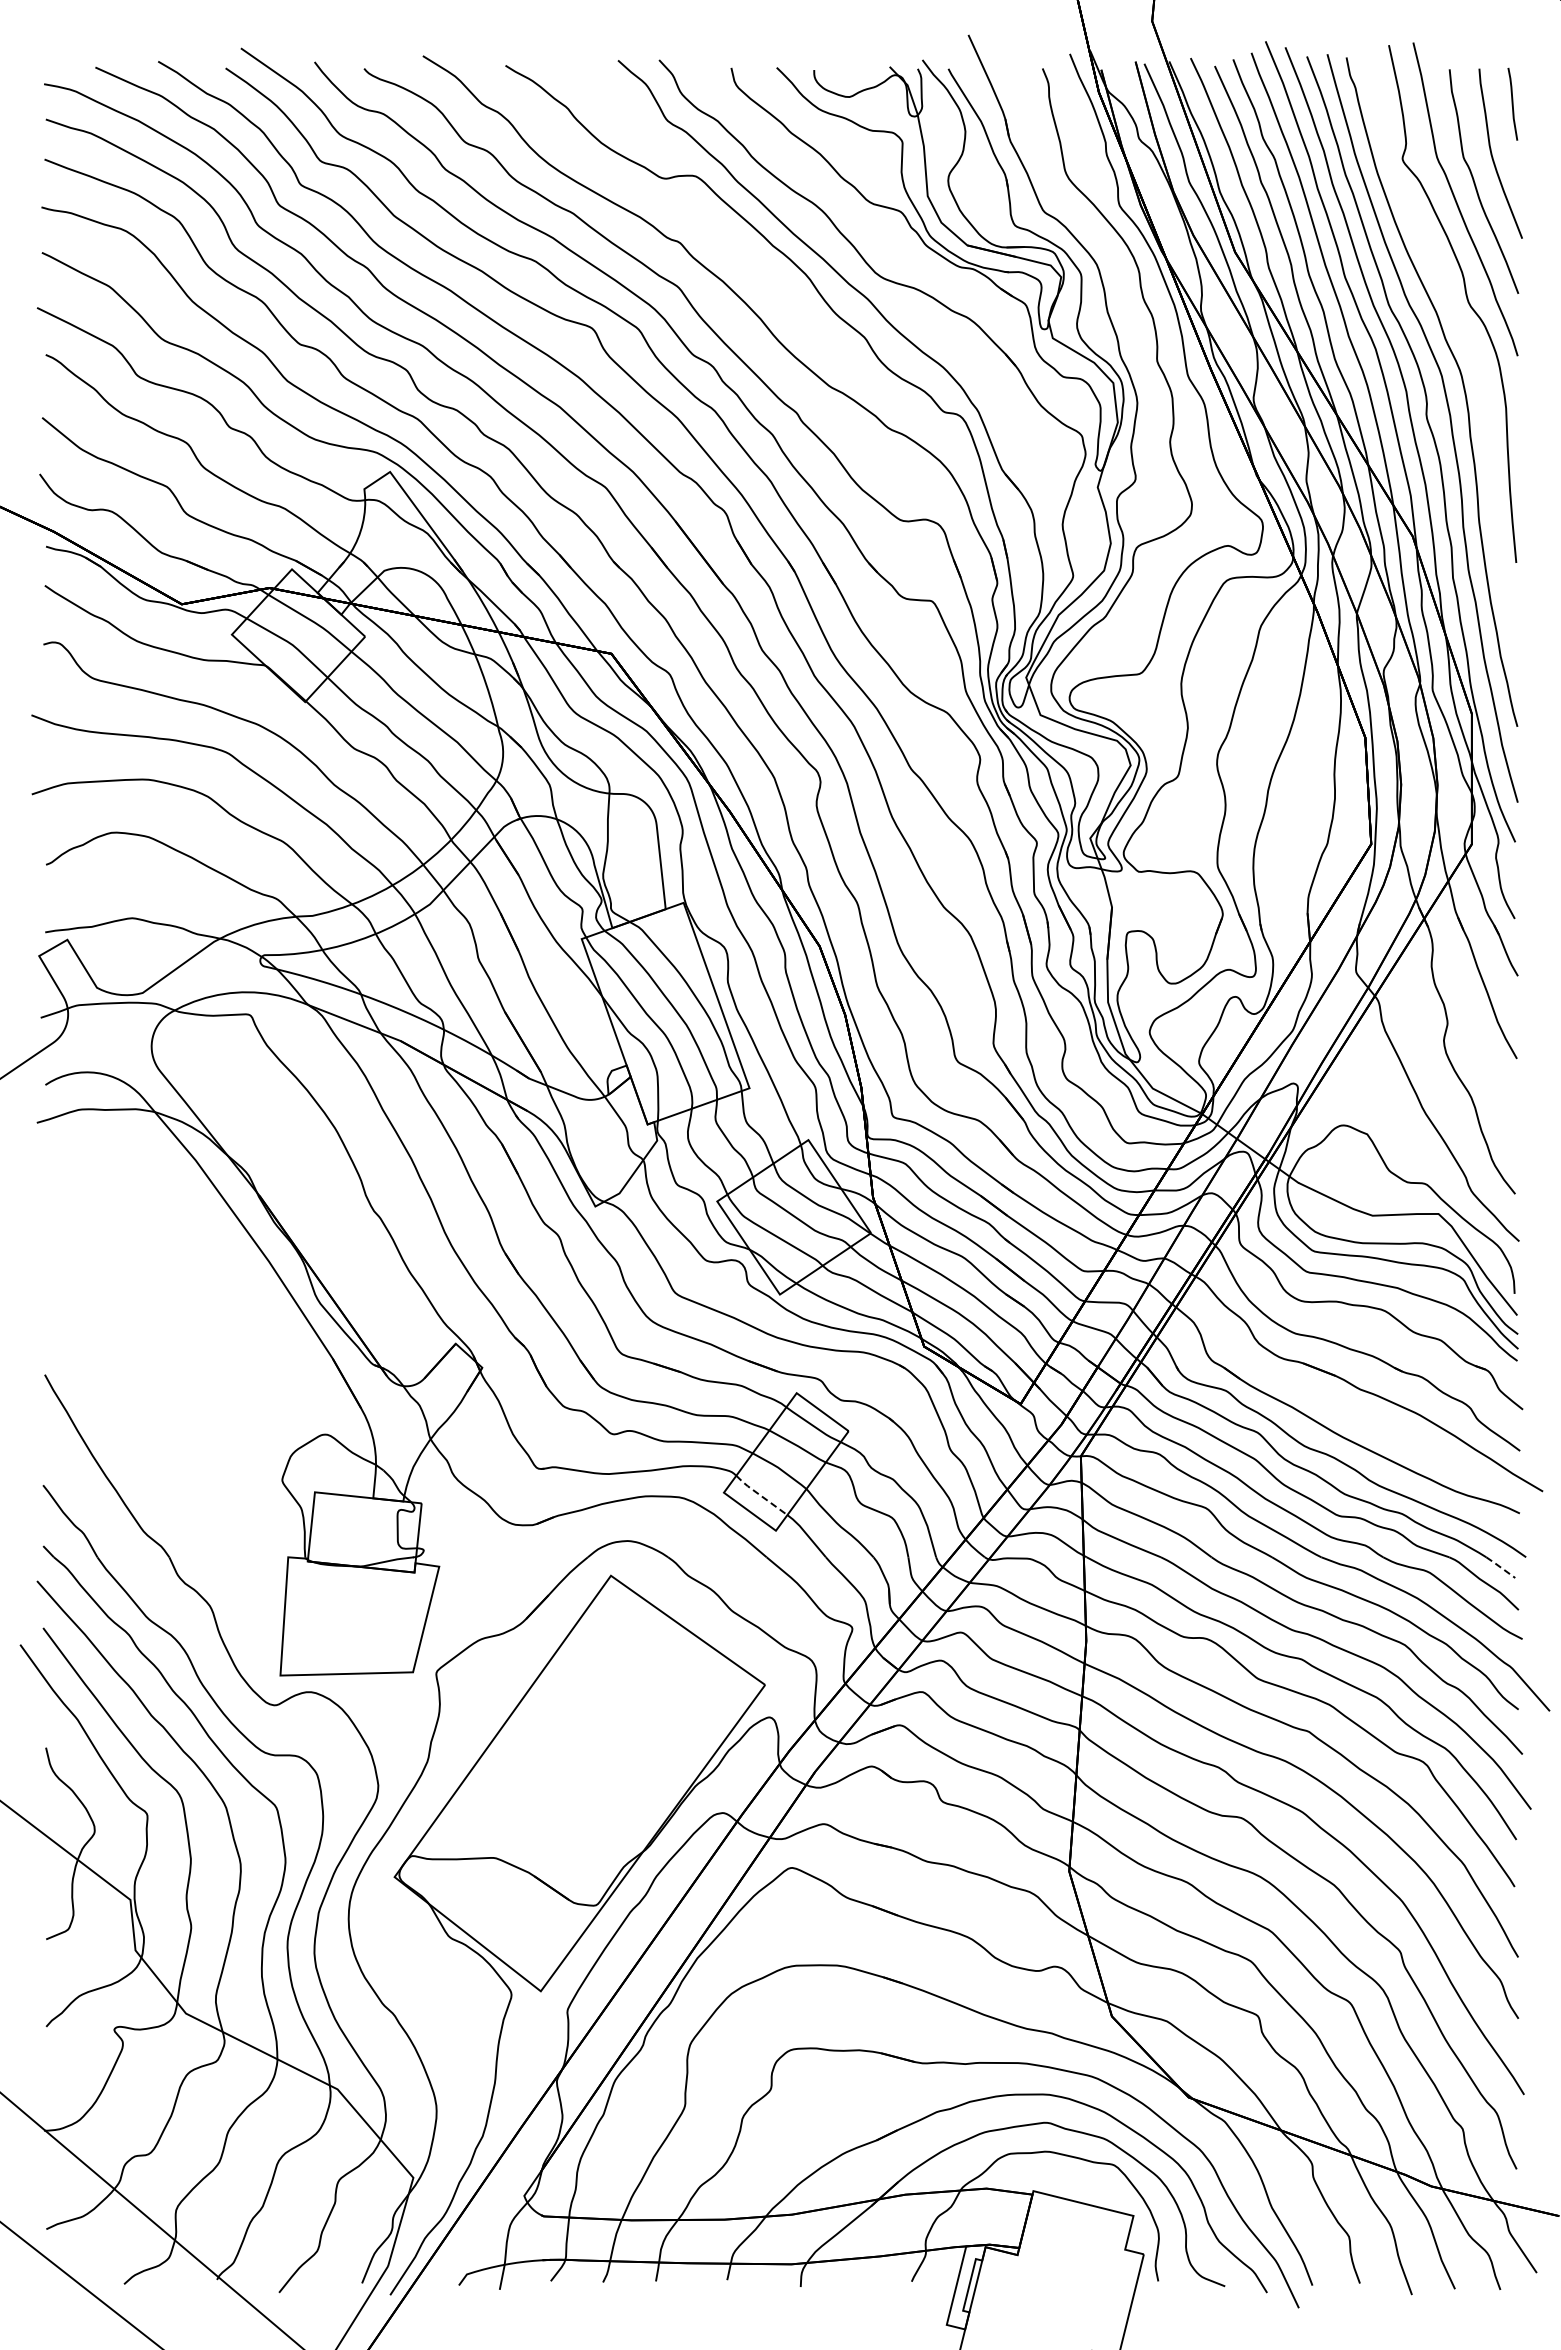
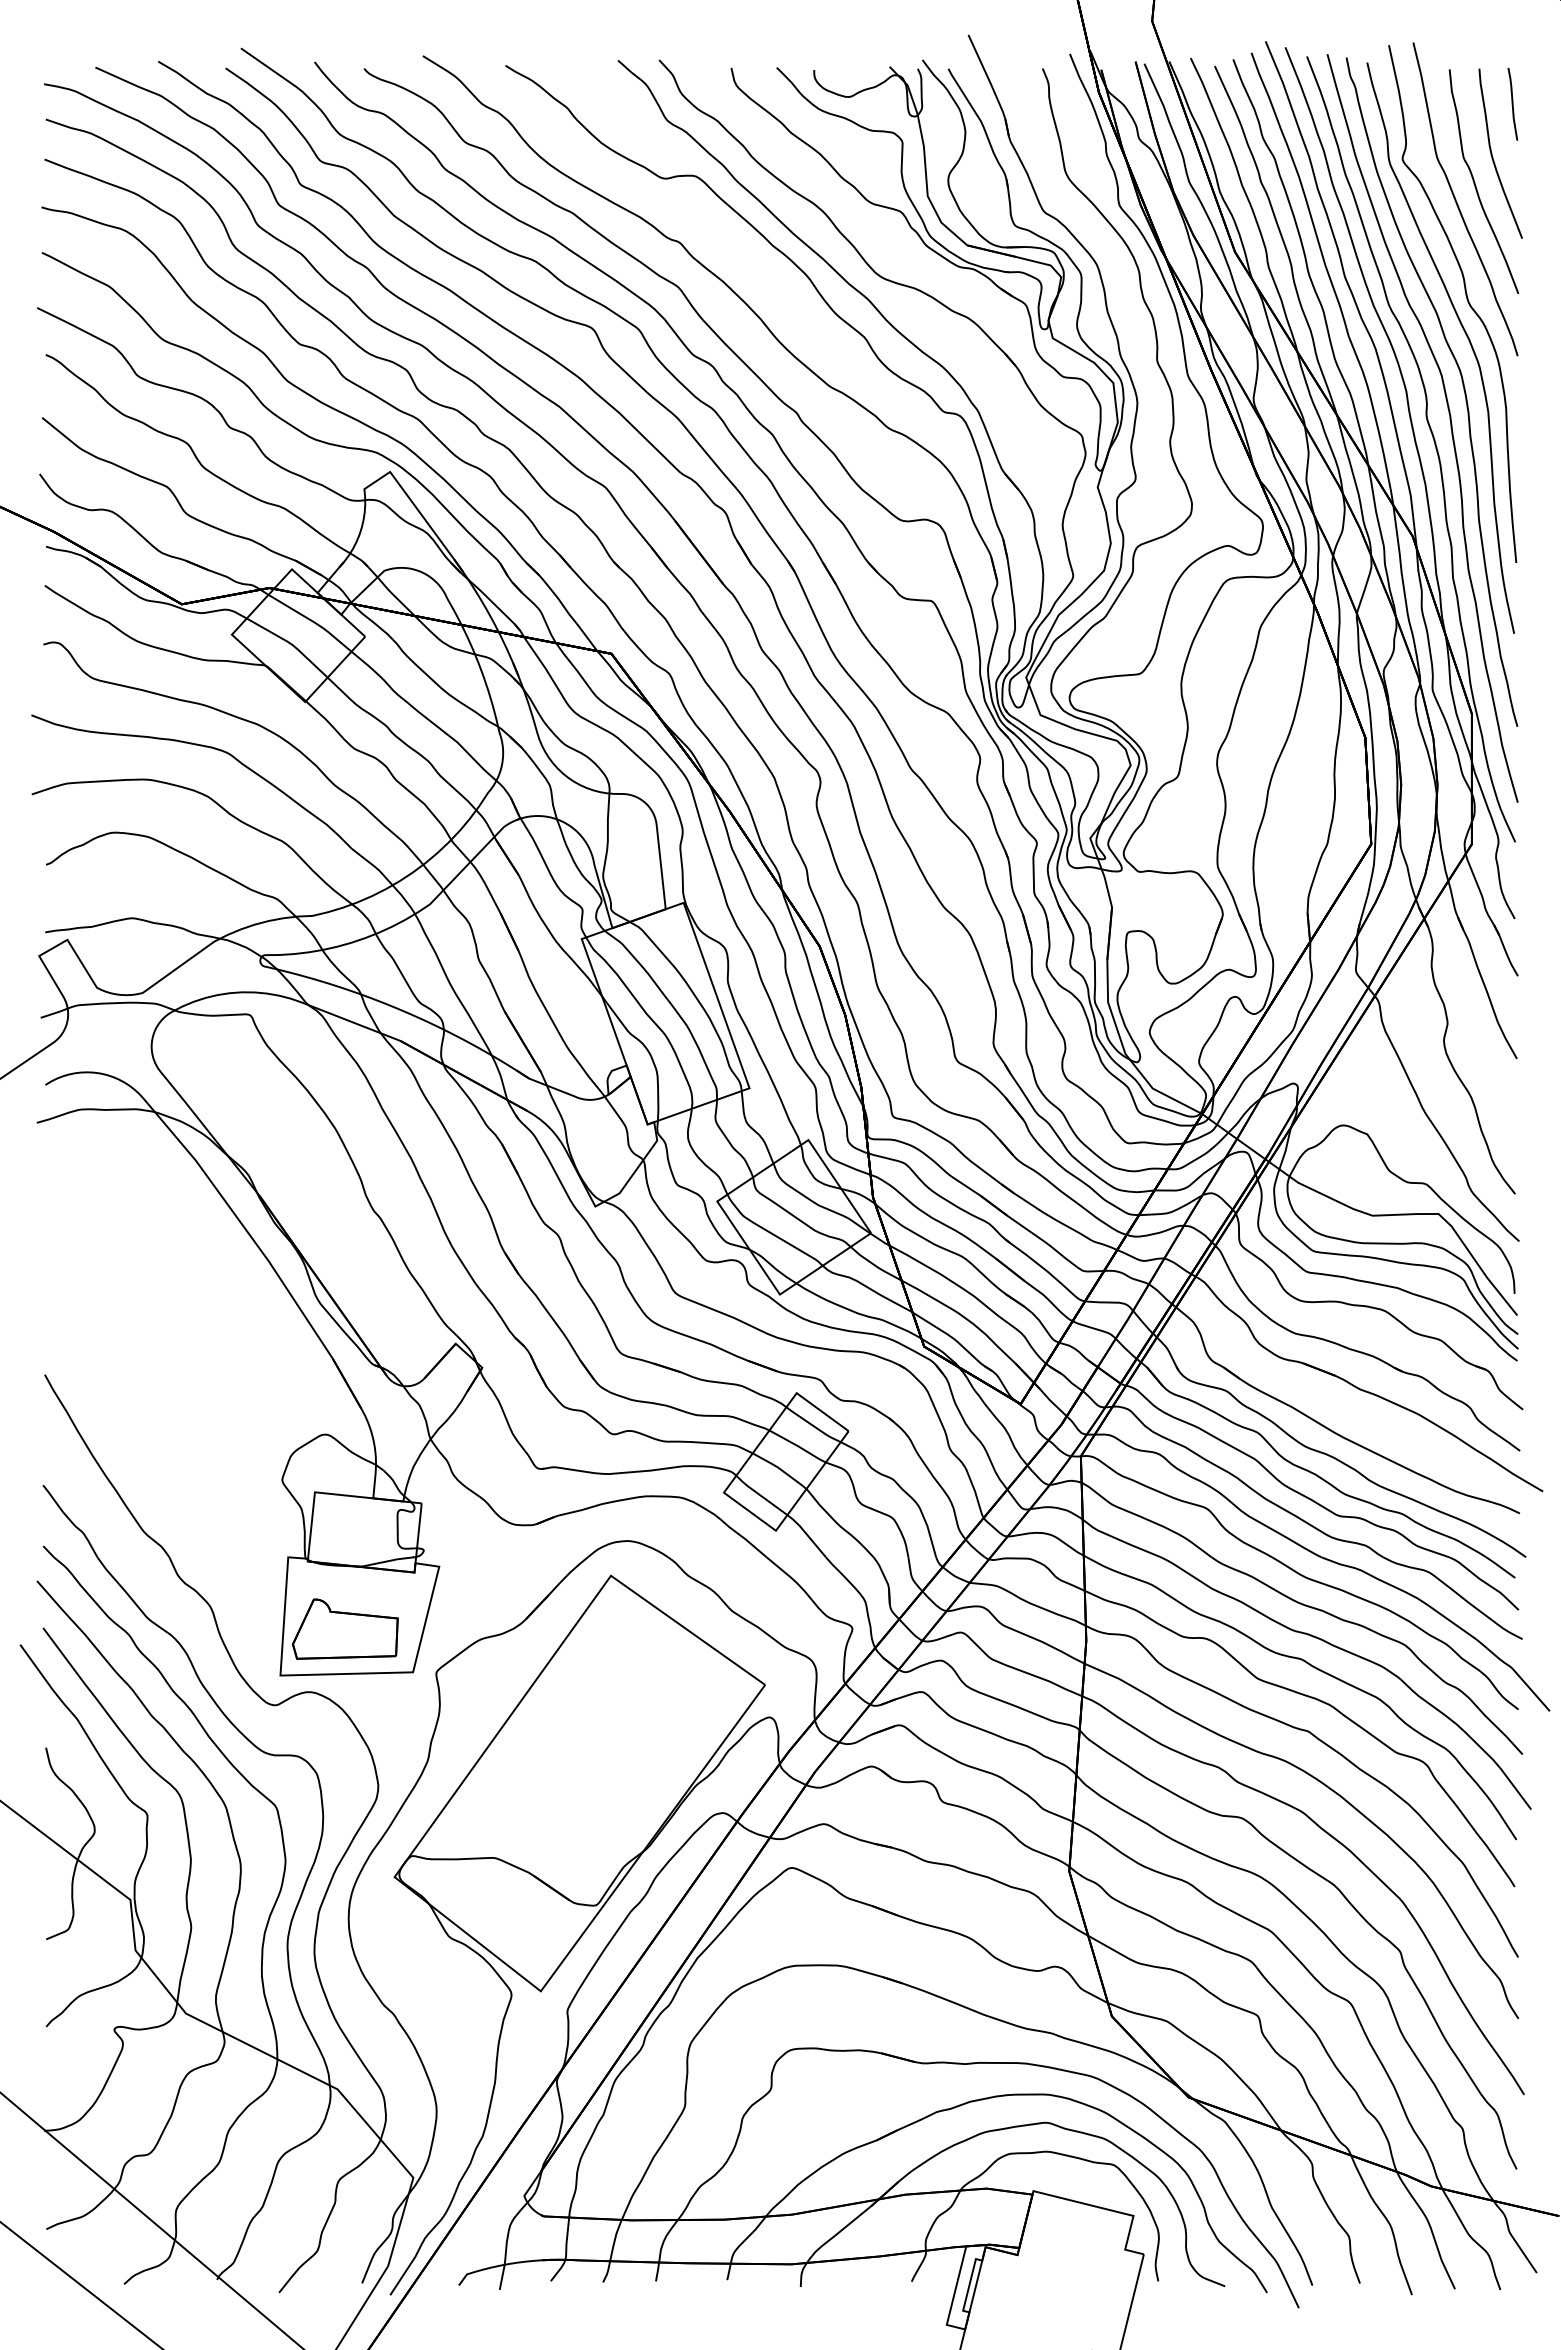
curve at (1465, 334): none -> present
line at (760, 1495): dashed -> solid
line at (1500, 1567): dashed -> solid
part at (345, 1628): none -> present
